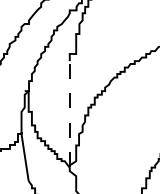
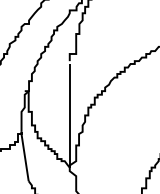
line at (69, 115): dashed -> solid
